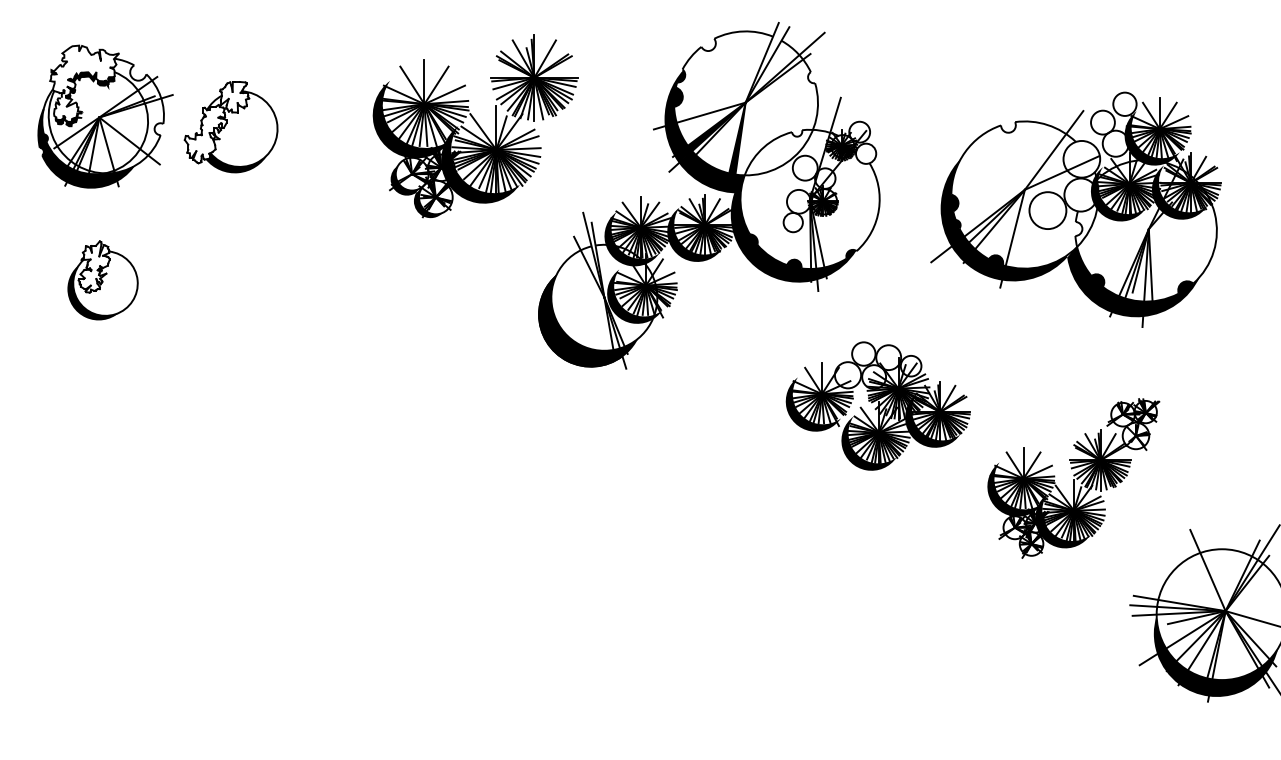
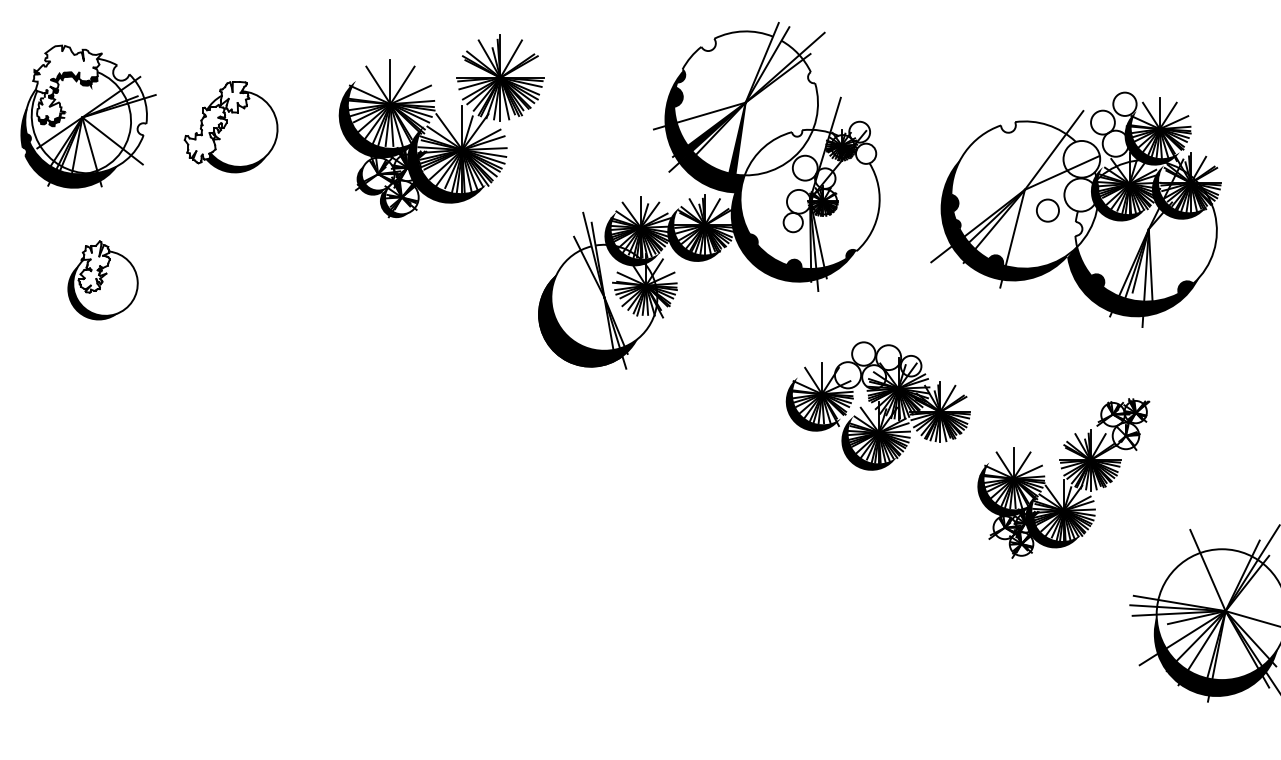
part at (105, 116) position: (105, 116) -> (88, 116)
part at (475, 126) position: (475, 126) -> (441, 126)
circle at (1047, 210) diameter: 37 px -> 22 px
fill at (634, 296): present -> none
fill at (932, 420): present -> none
part at (1073, 478) position: (1073, 478) -> (1063, 478)
